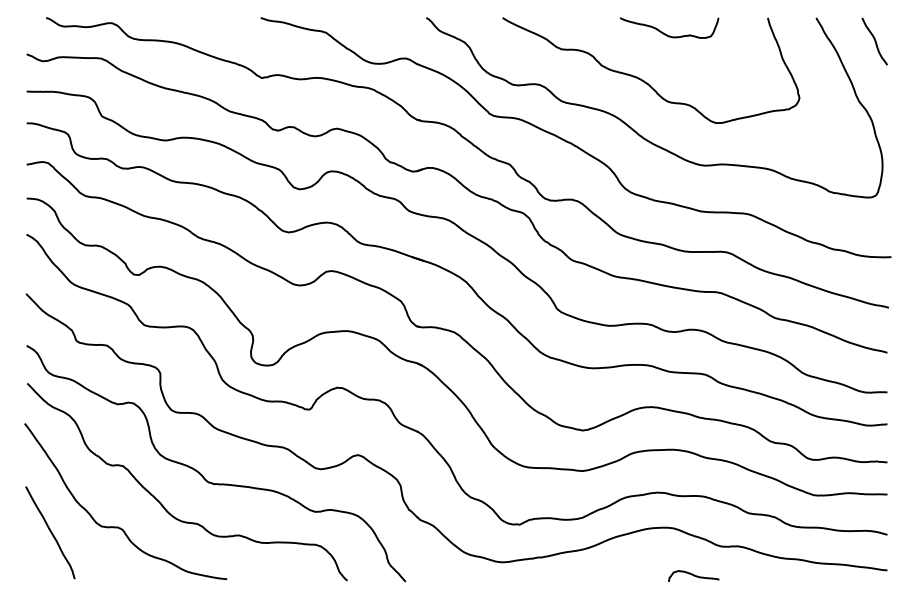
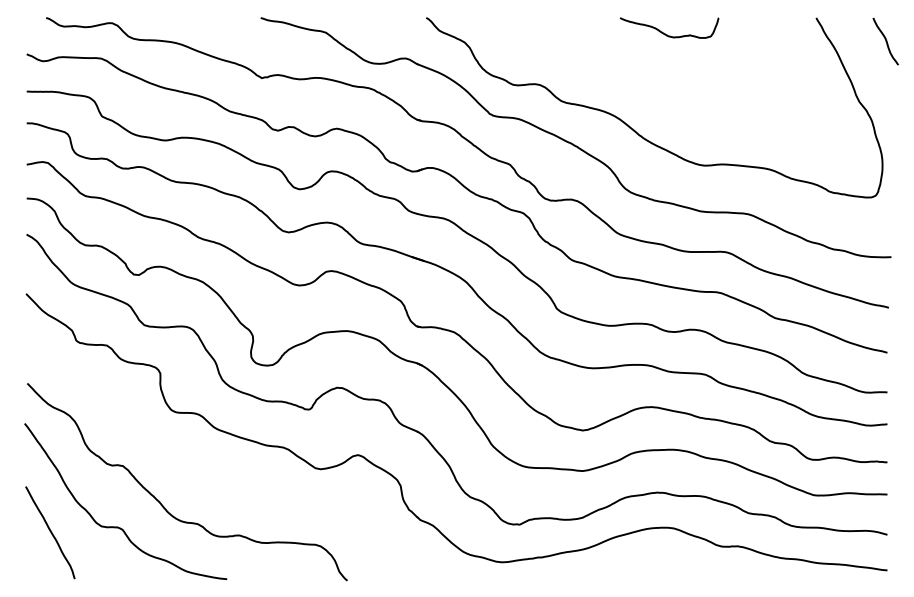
curve at (874, 41) position: (874, 41) -> (885, 41)
curve at (644, 80): present -> none
curve at (203, 475): present -> none
curve at (693, 575): present -> none
